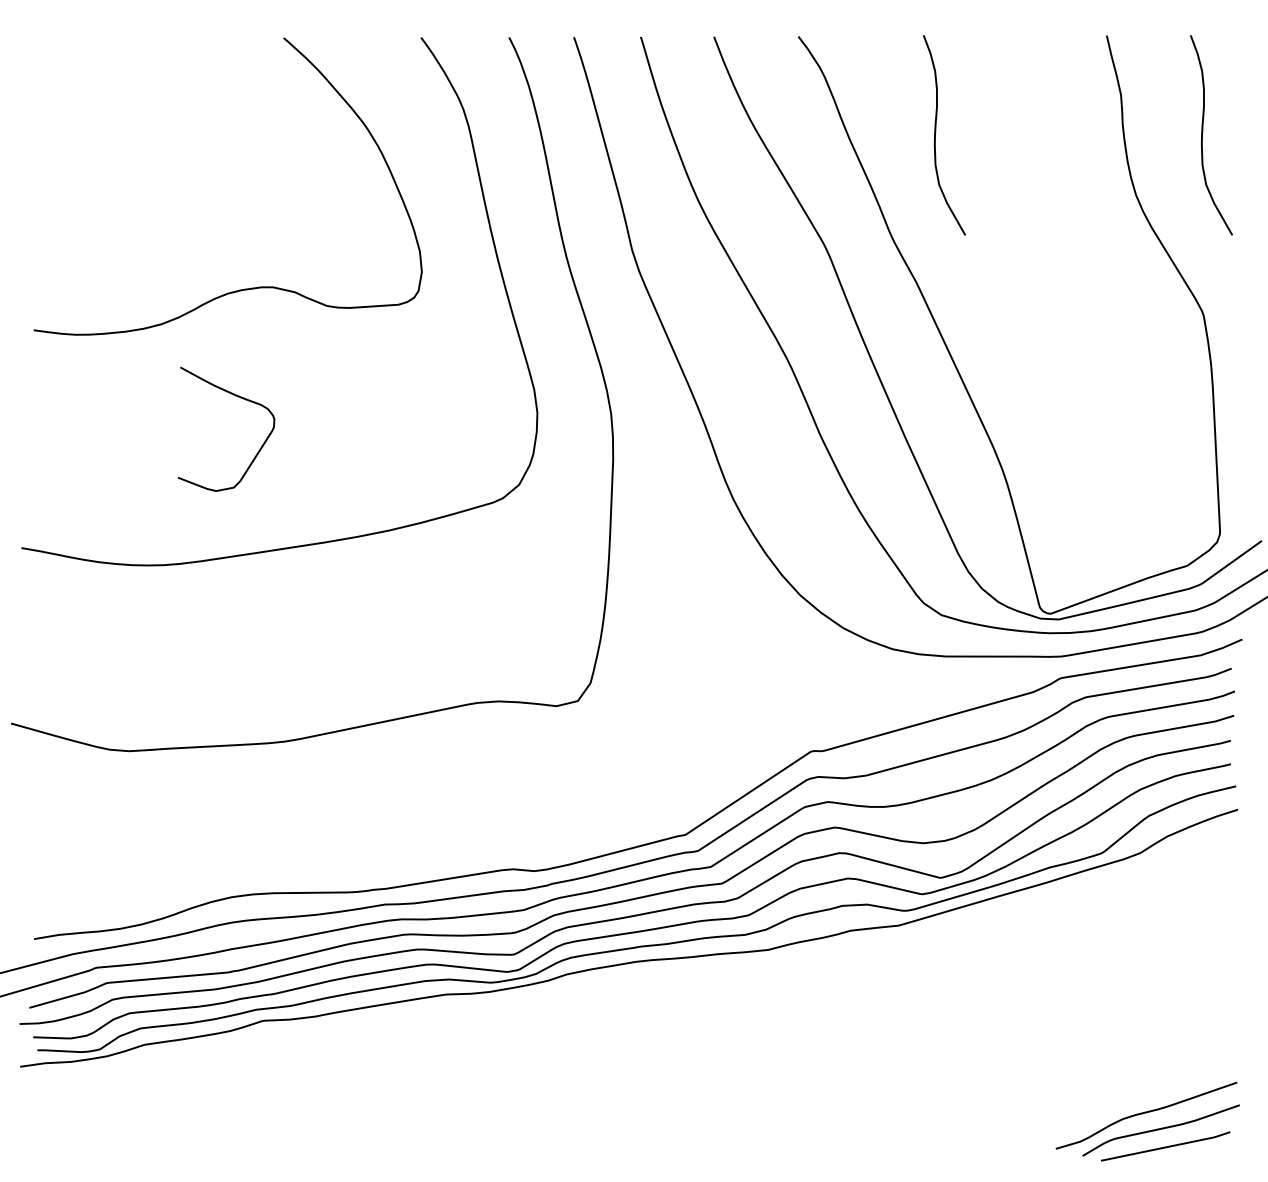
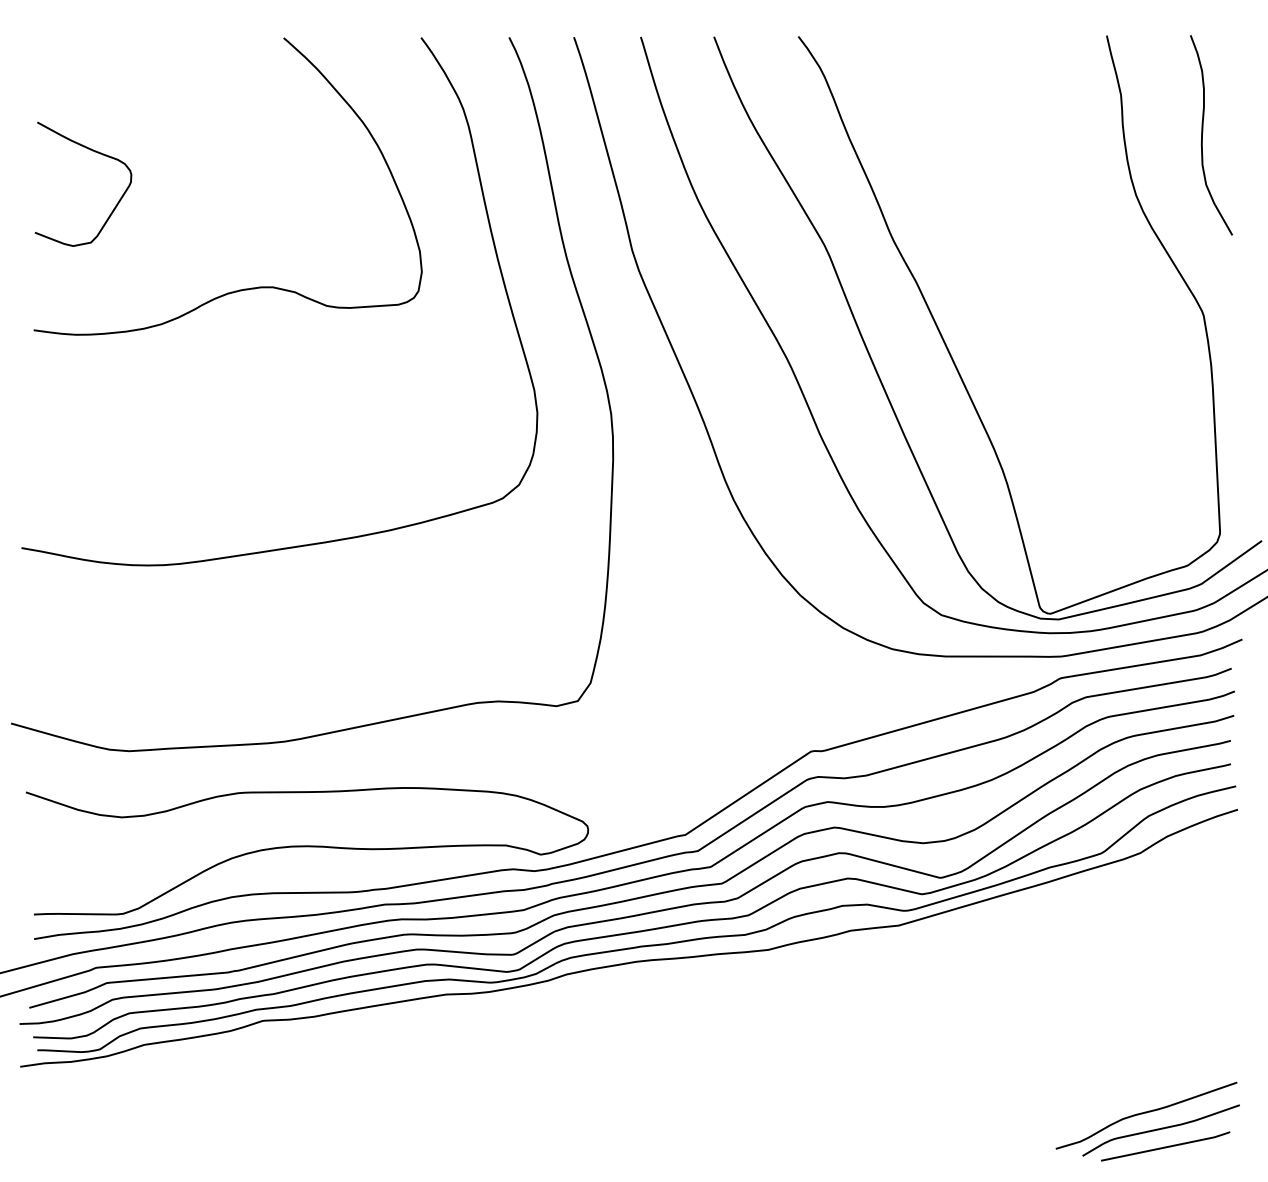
curve at (936, 132): present -> none
curve at (240, 398) position: (240, 398) -> (97, 153)
part at (307, 851): none -> present
